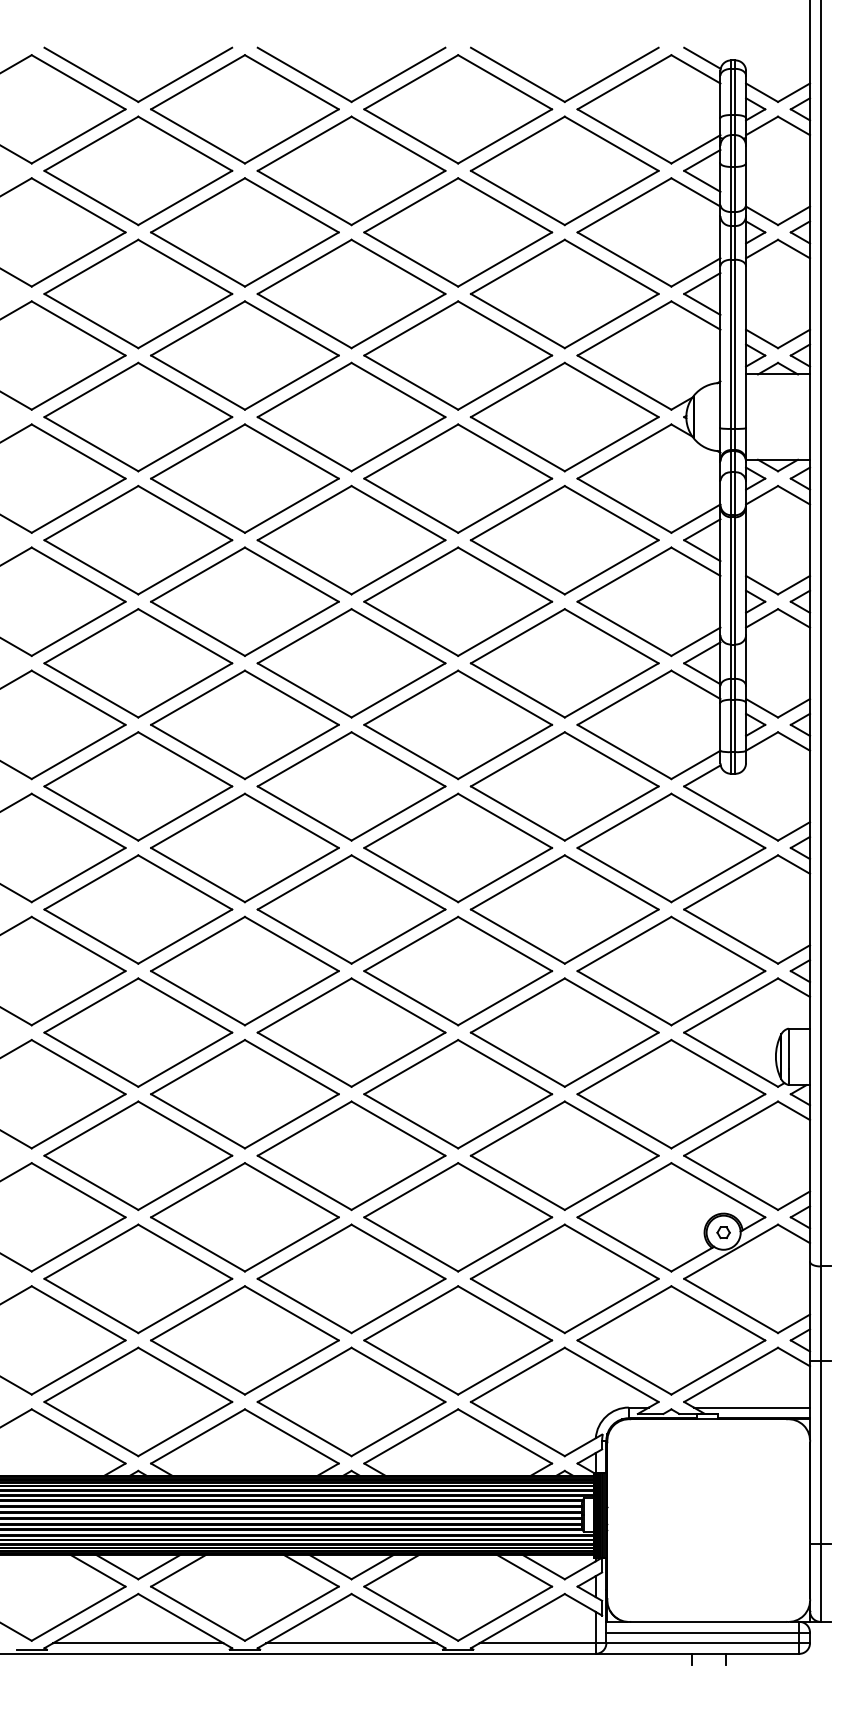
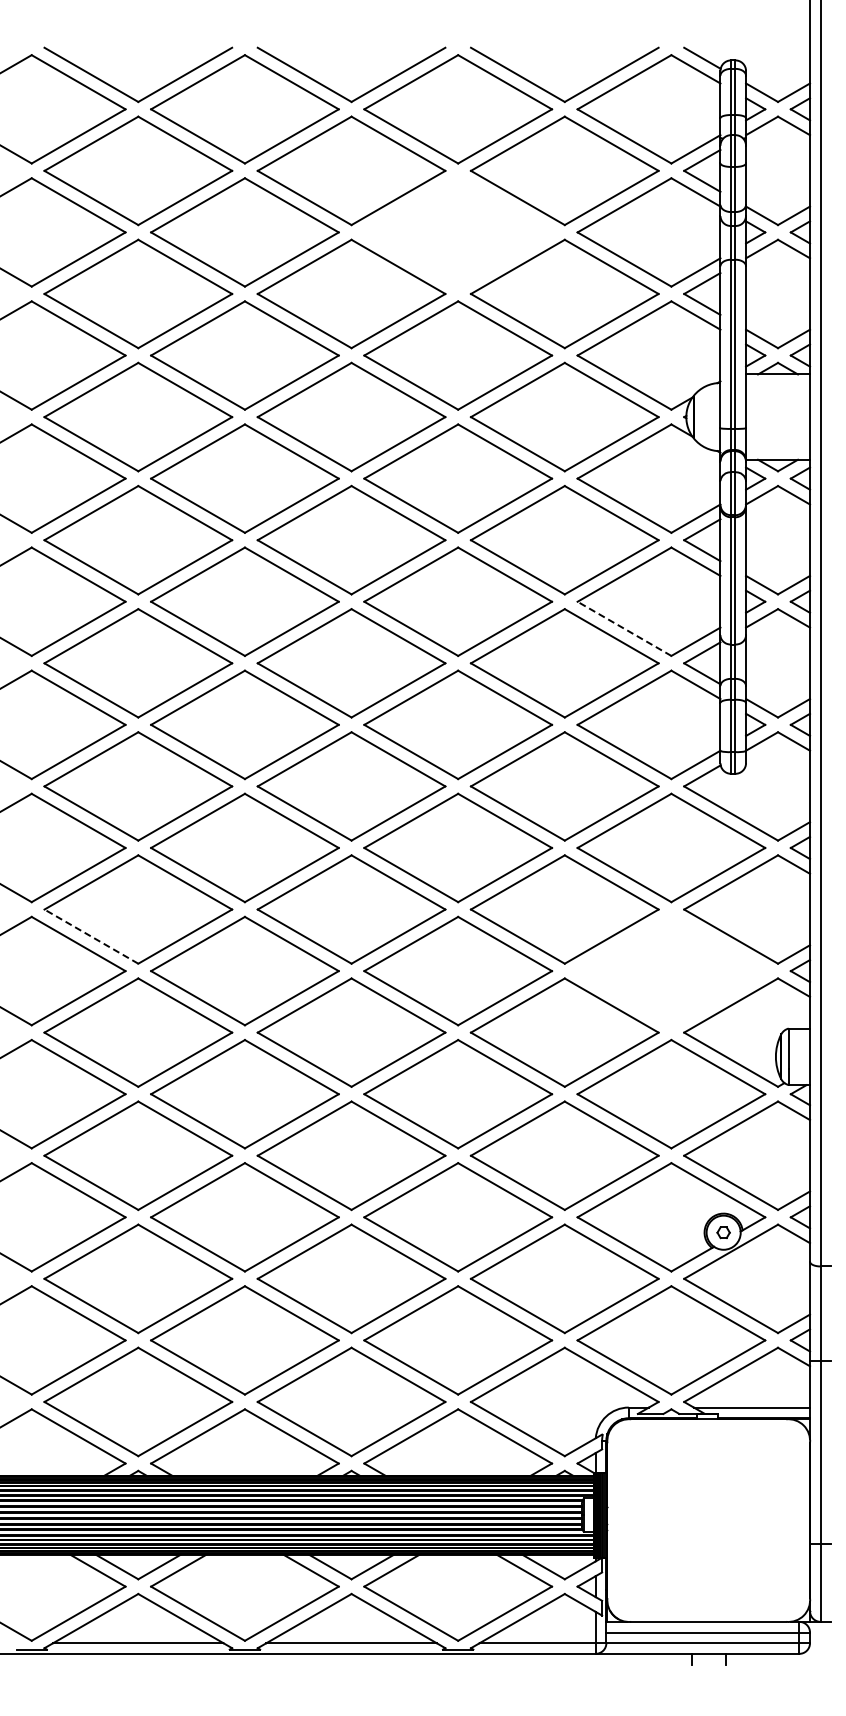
part at (458, 232): present -> none
line at (624, 628): solid -> dashed
line at (91, 936): solid -> dashed
part at (671, 970): present -> none
